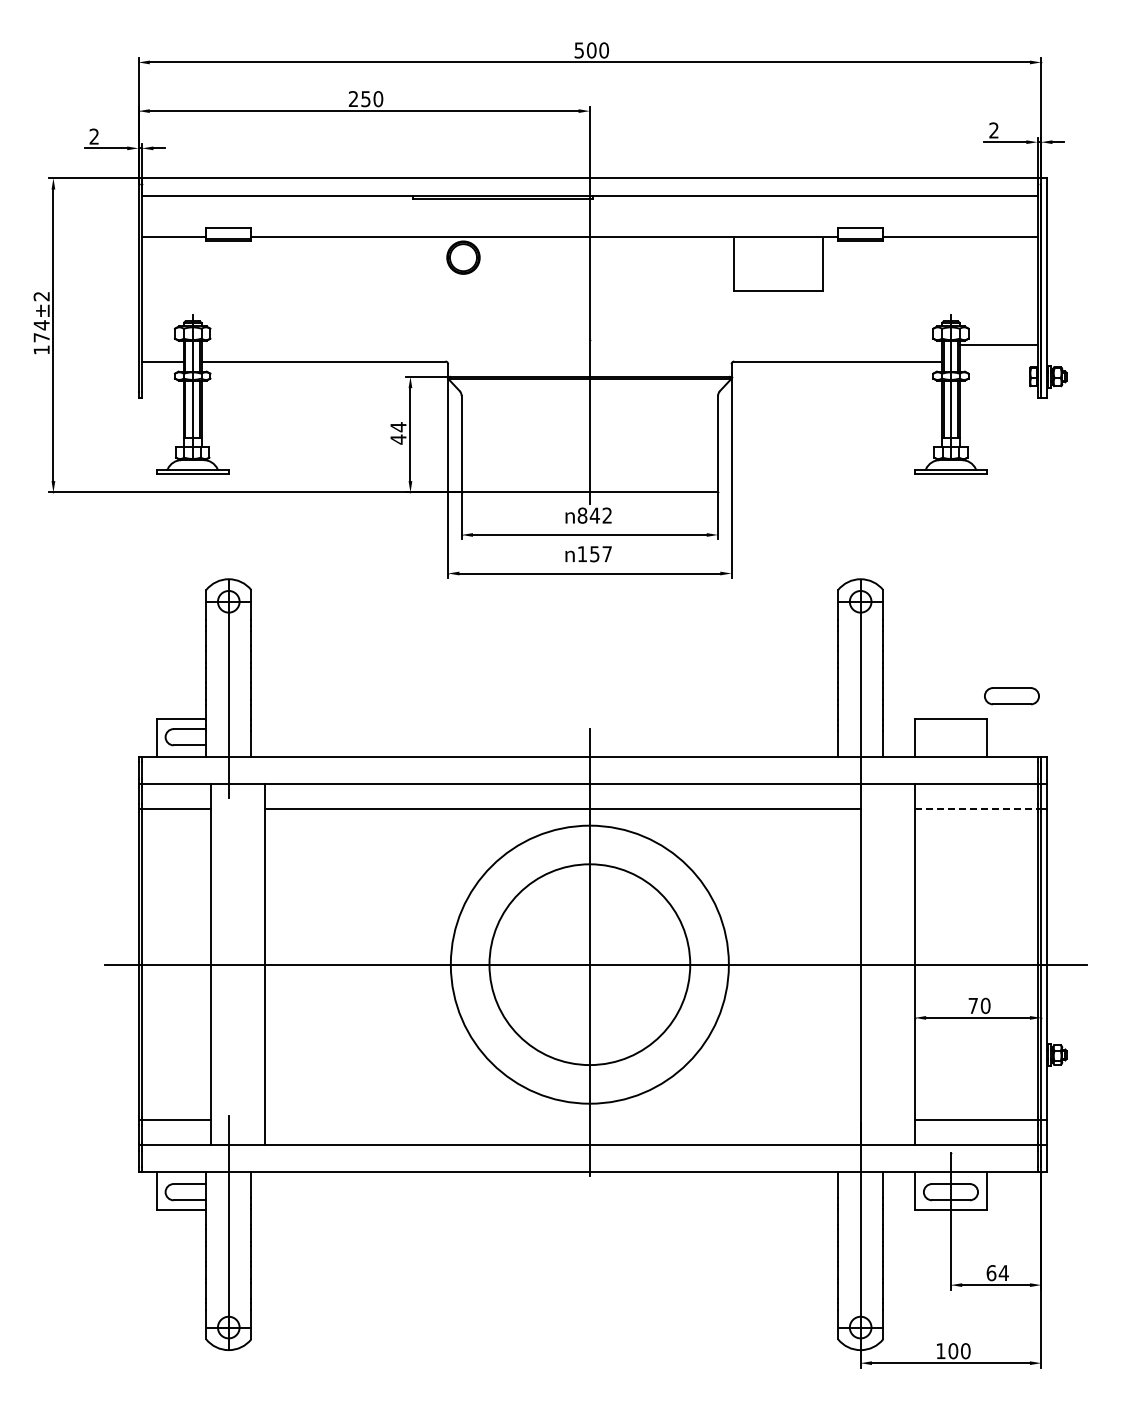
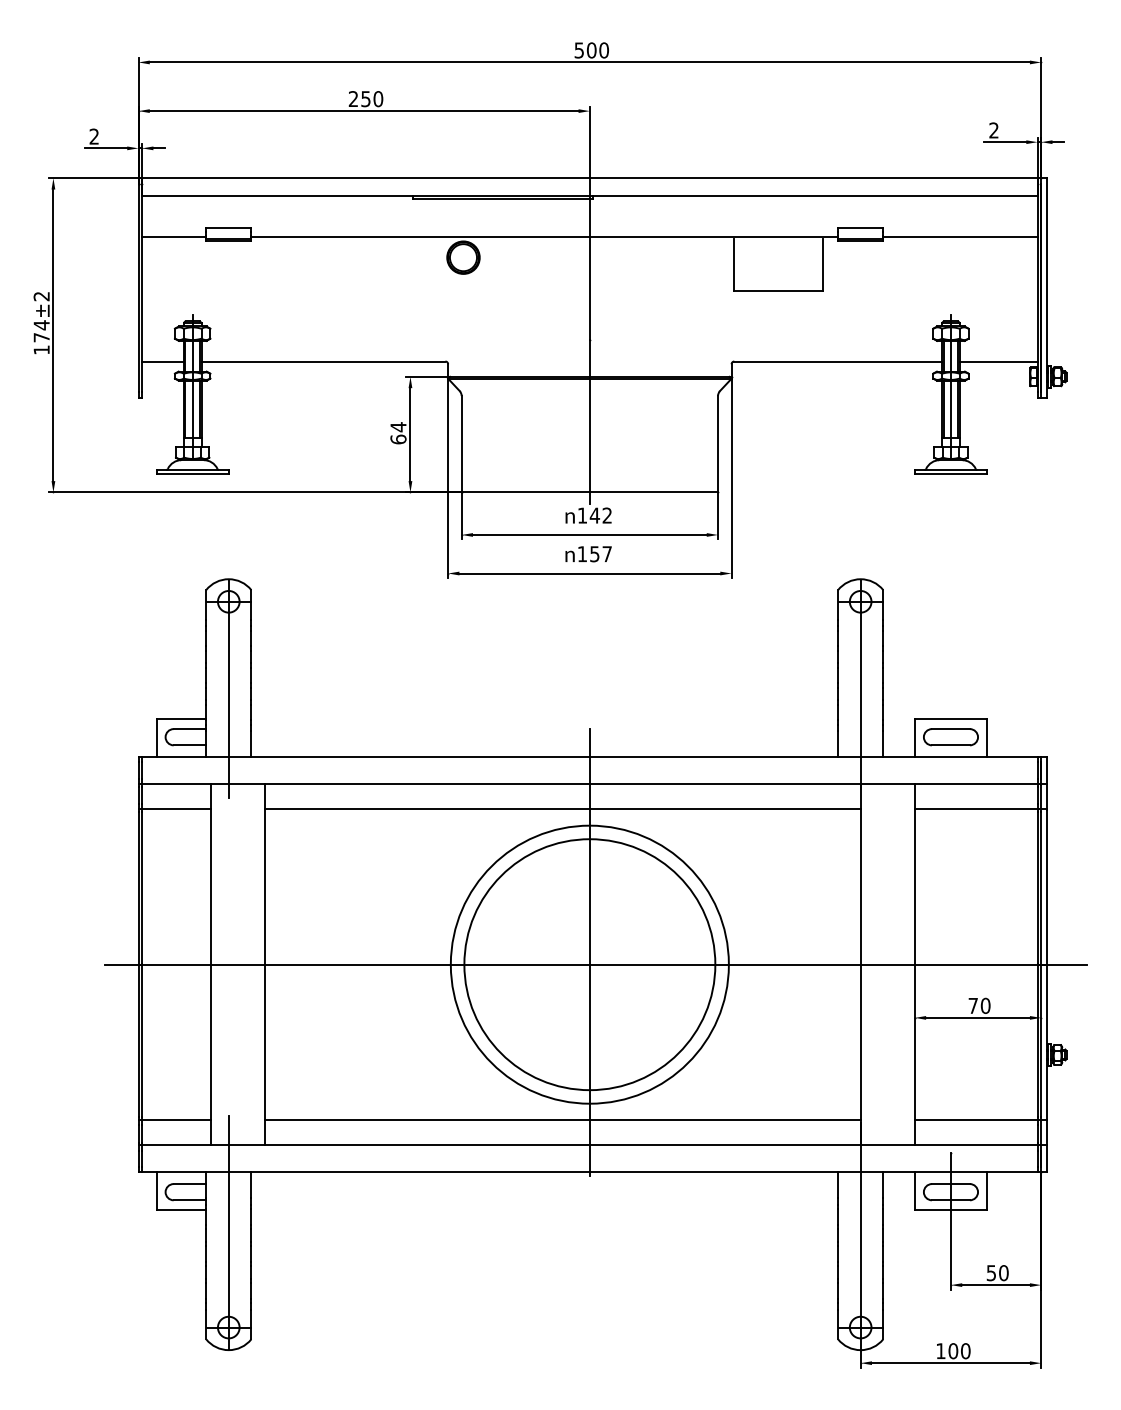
line at (998, 344) position: (998, 344) -> (998, 361)
text at (398, 439): 44 -> 64
text at (582, 515): 842 -> 142
part at (1011, 696) position: (1011, 696) -> (950, 737)
line at (976, 809): dashed -> solid
circle at (589, 964) diameter: 201 px -> 251 px
line at (562, 1119): none -> present
text at (997, 1273): 64 -> 50
